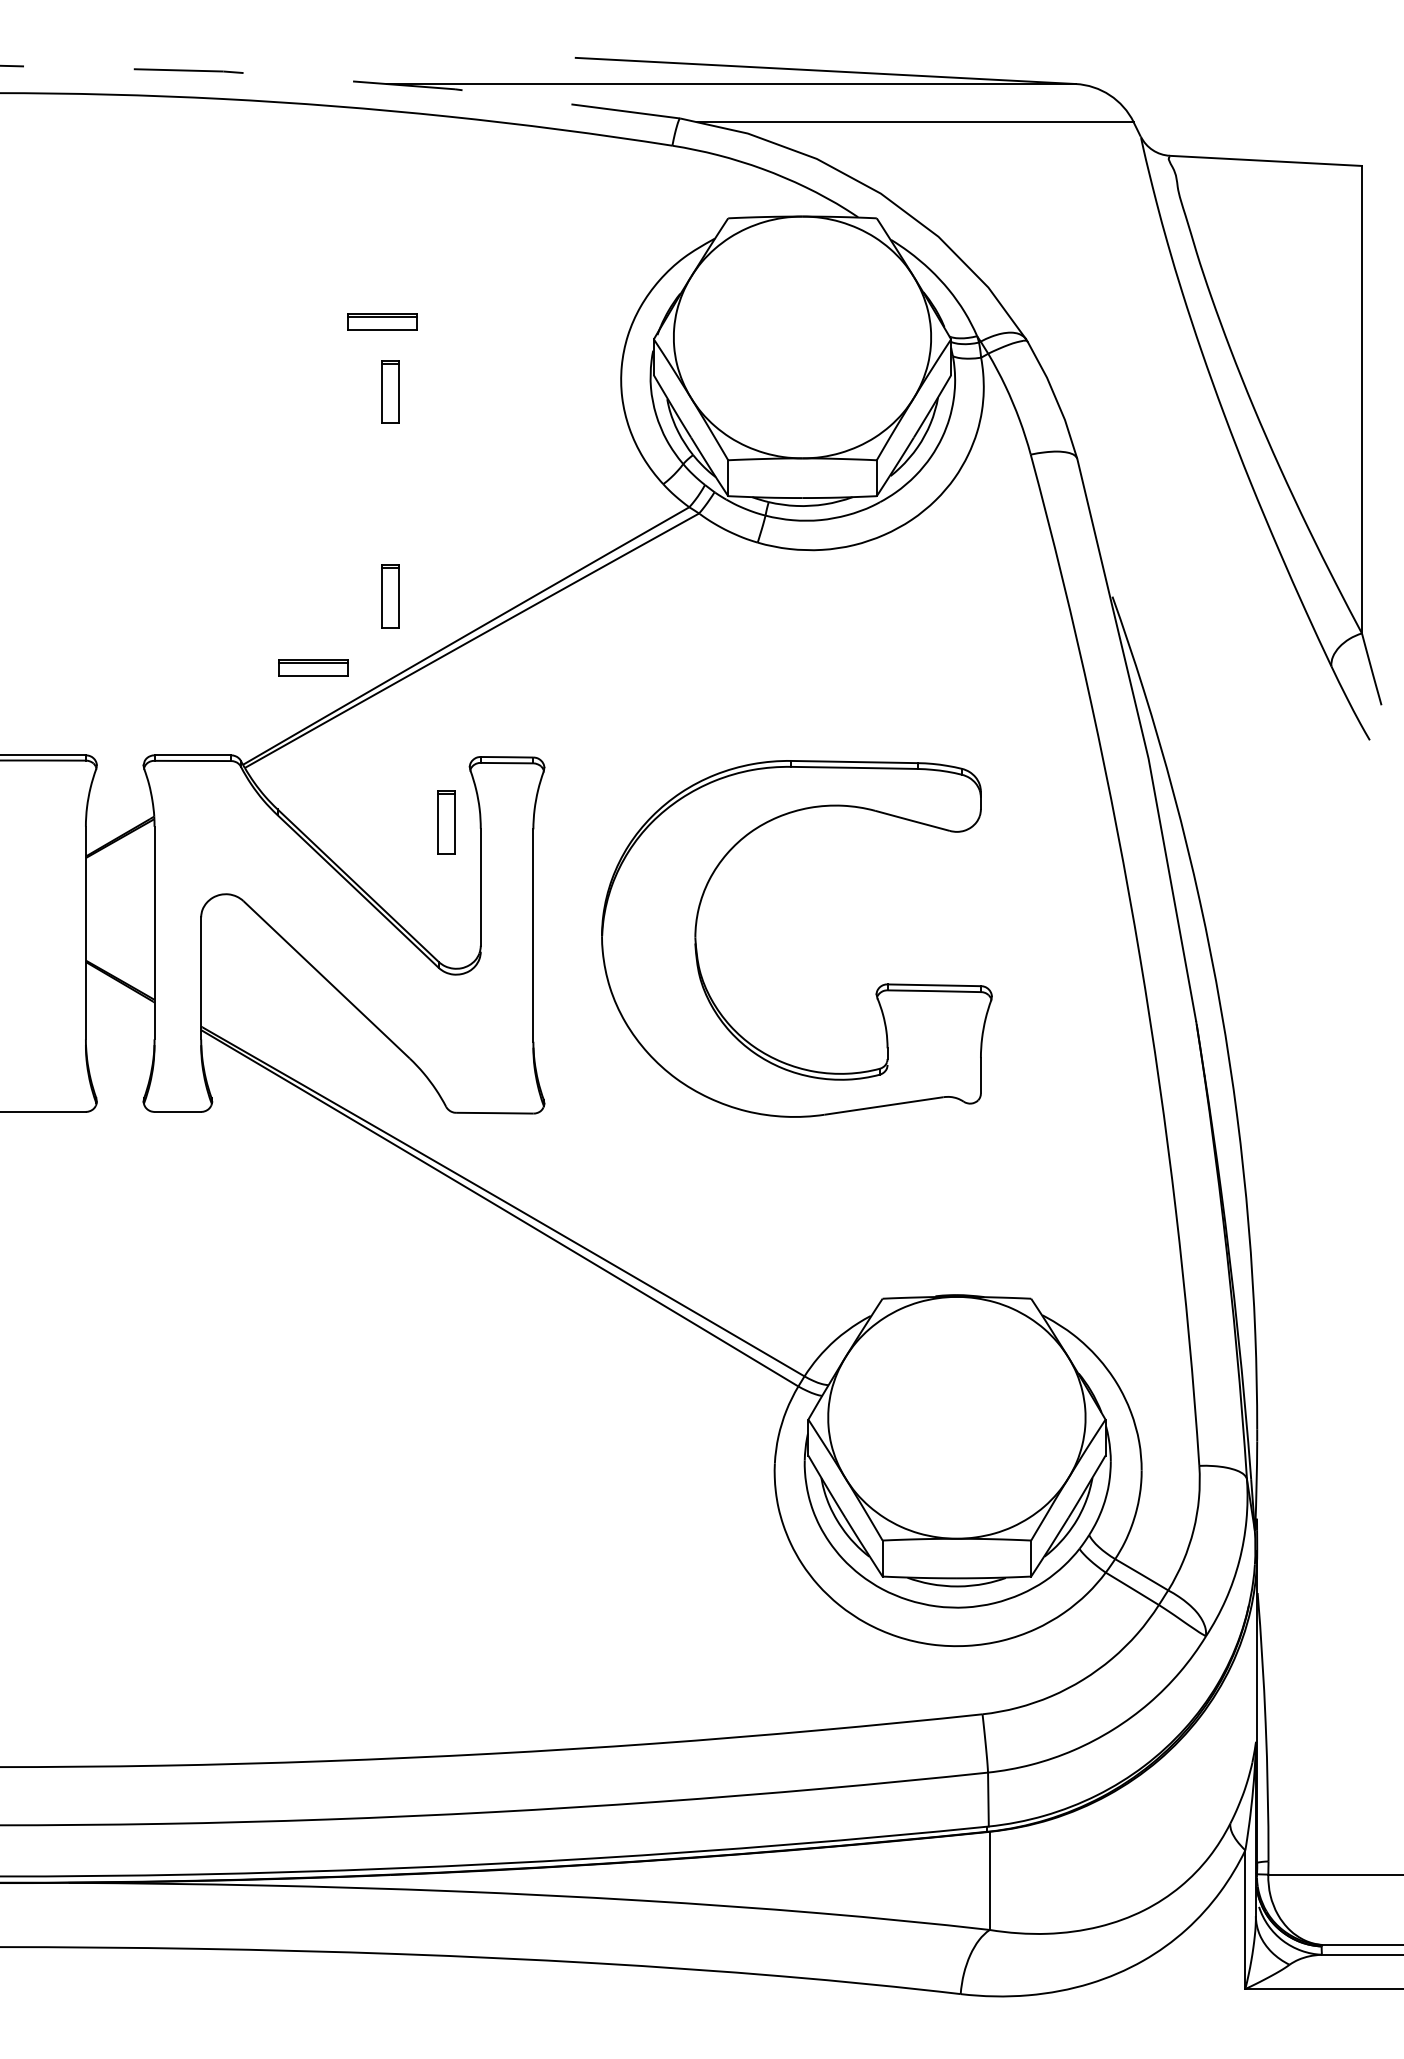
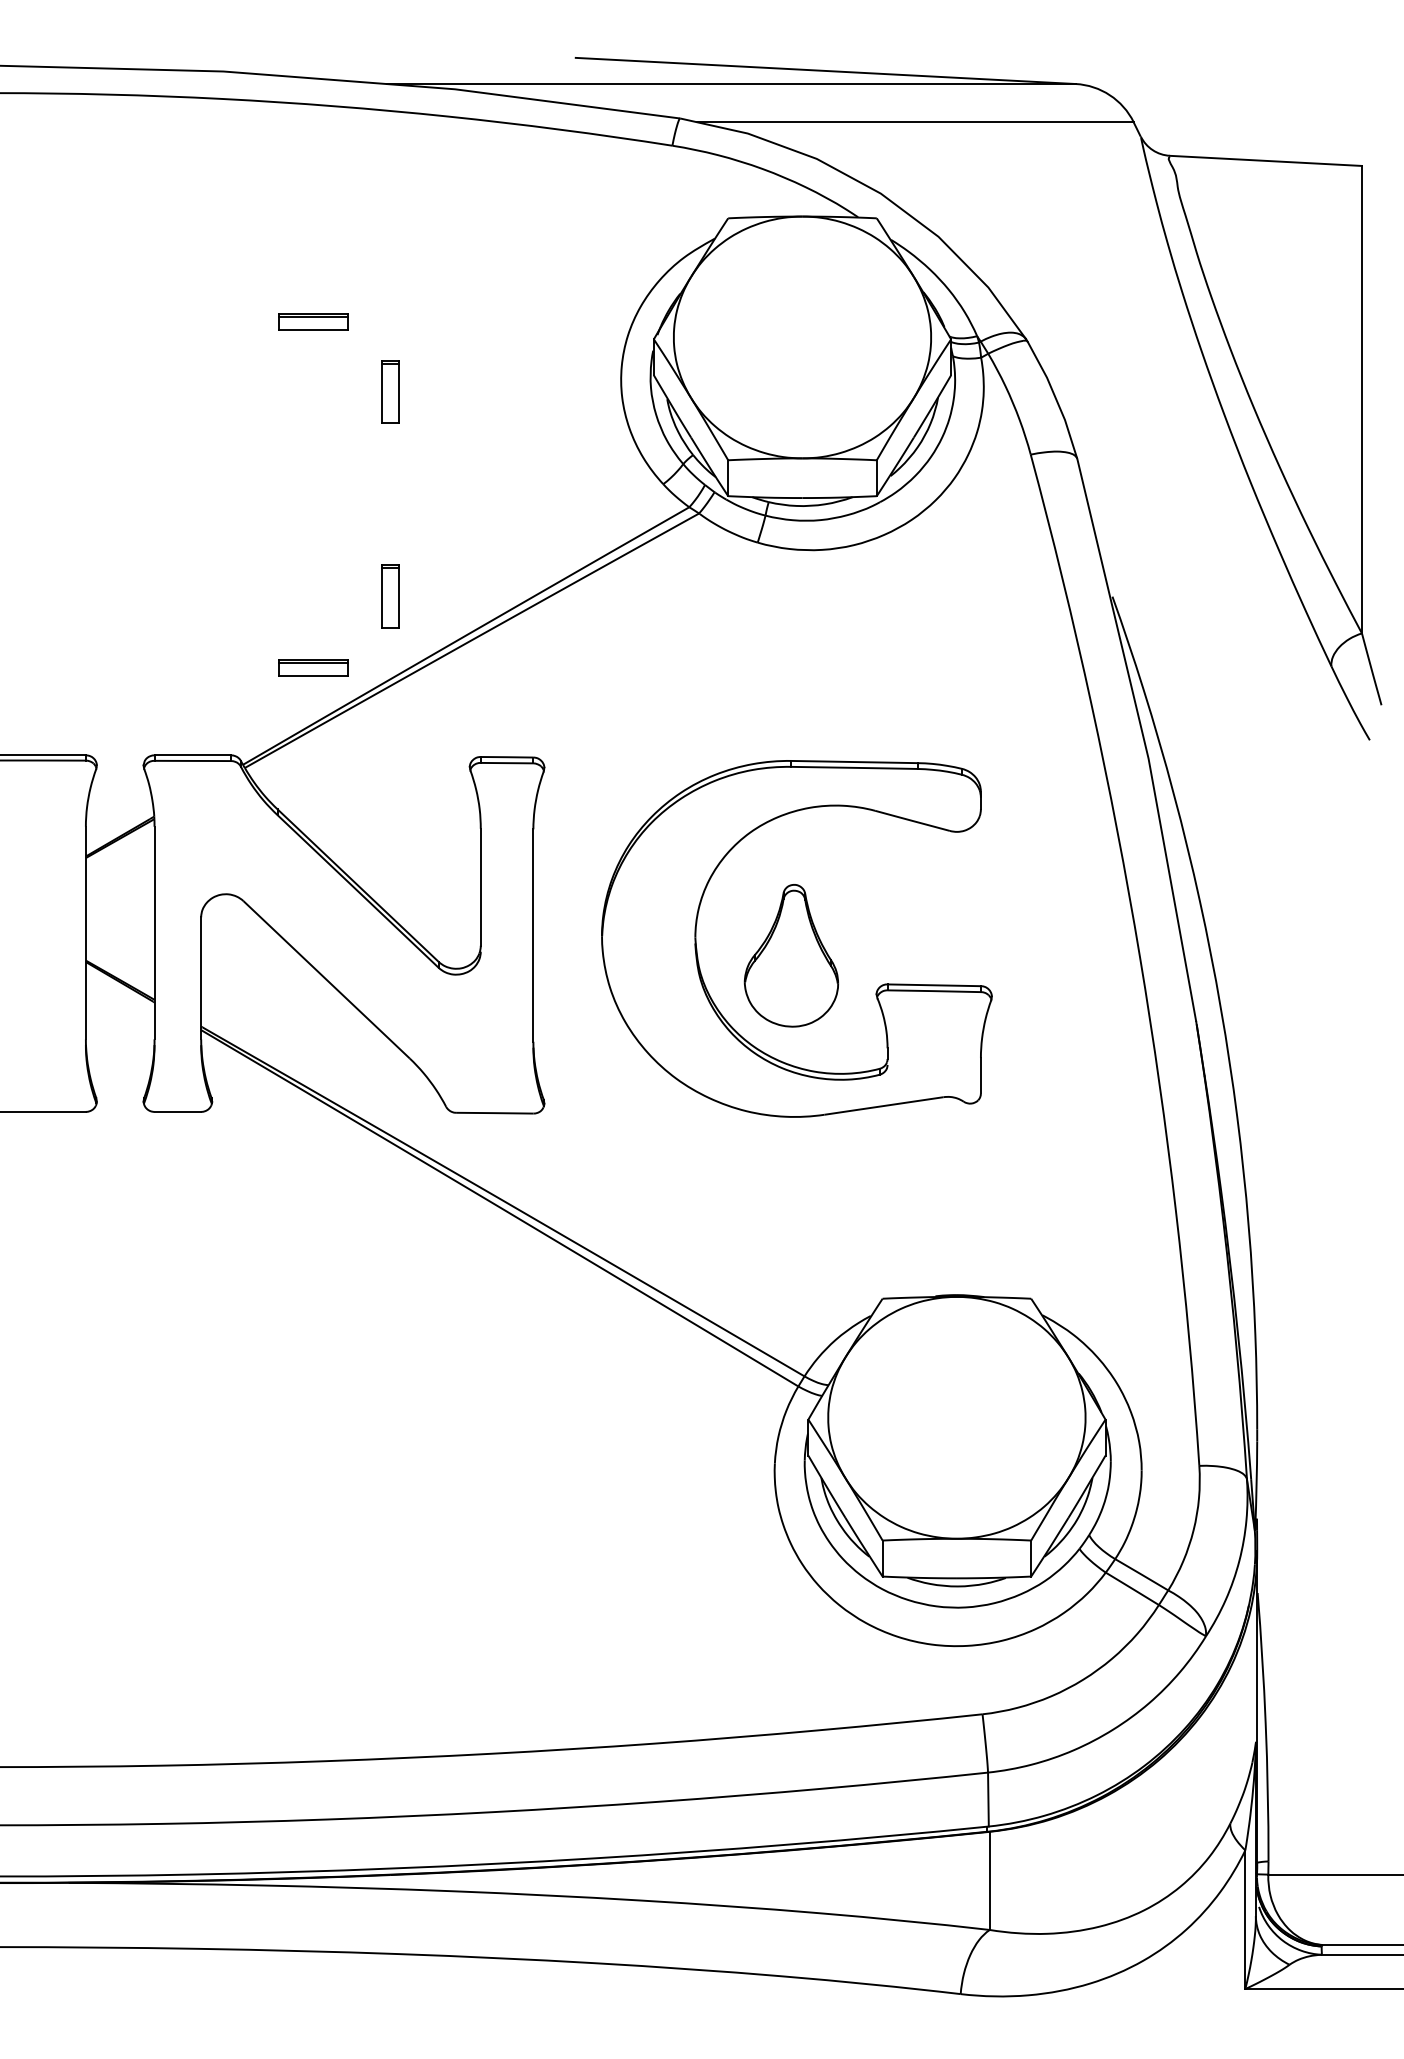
line at (340, 80): dashed -> solid
part at (382, 321) position: (382, 321) -> (313, 321)
part at (446, 822): present -> none
part at (790, 955): none -> present
